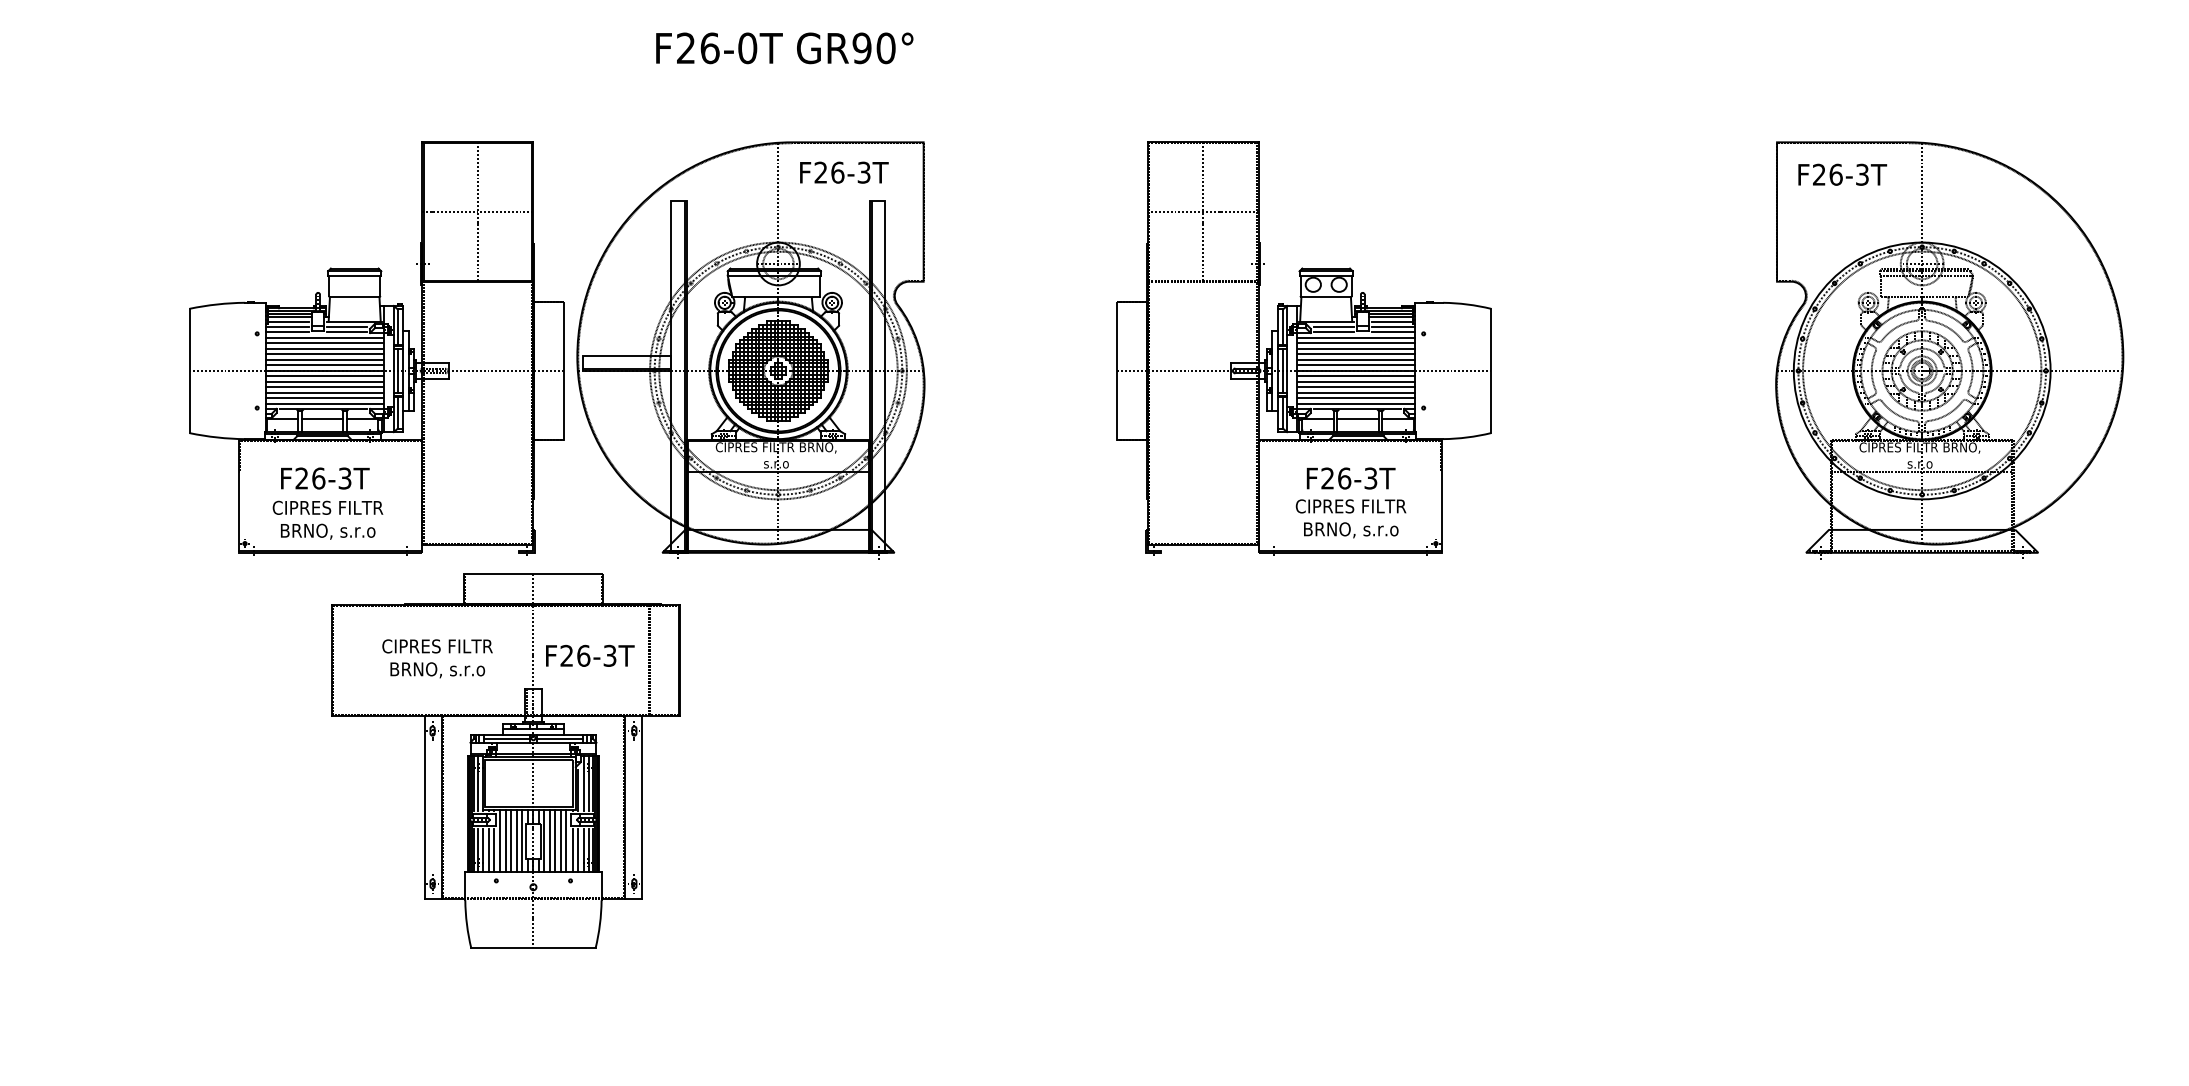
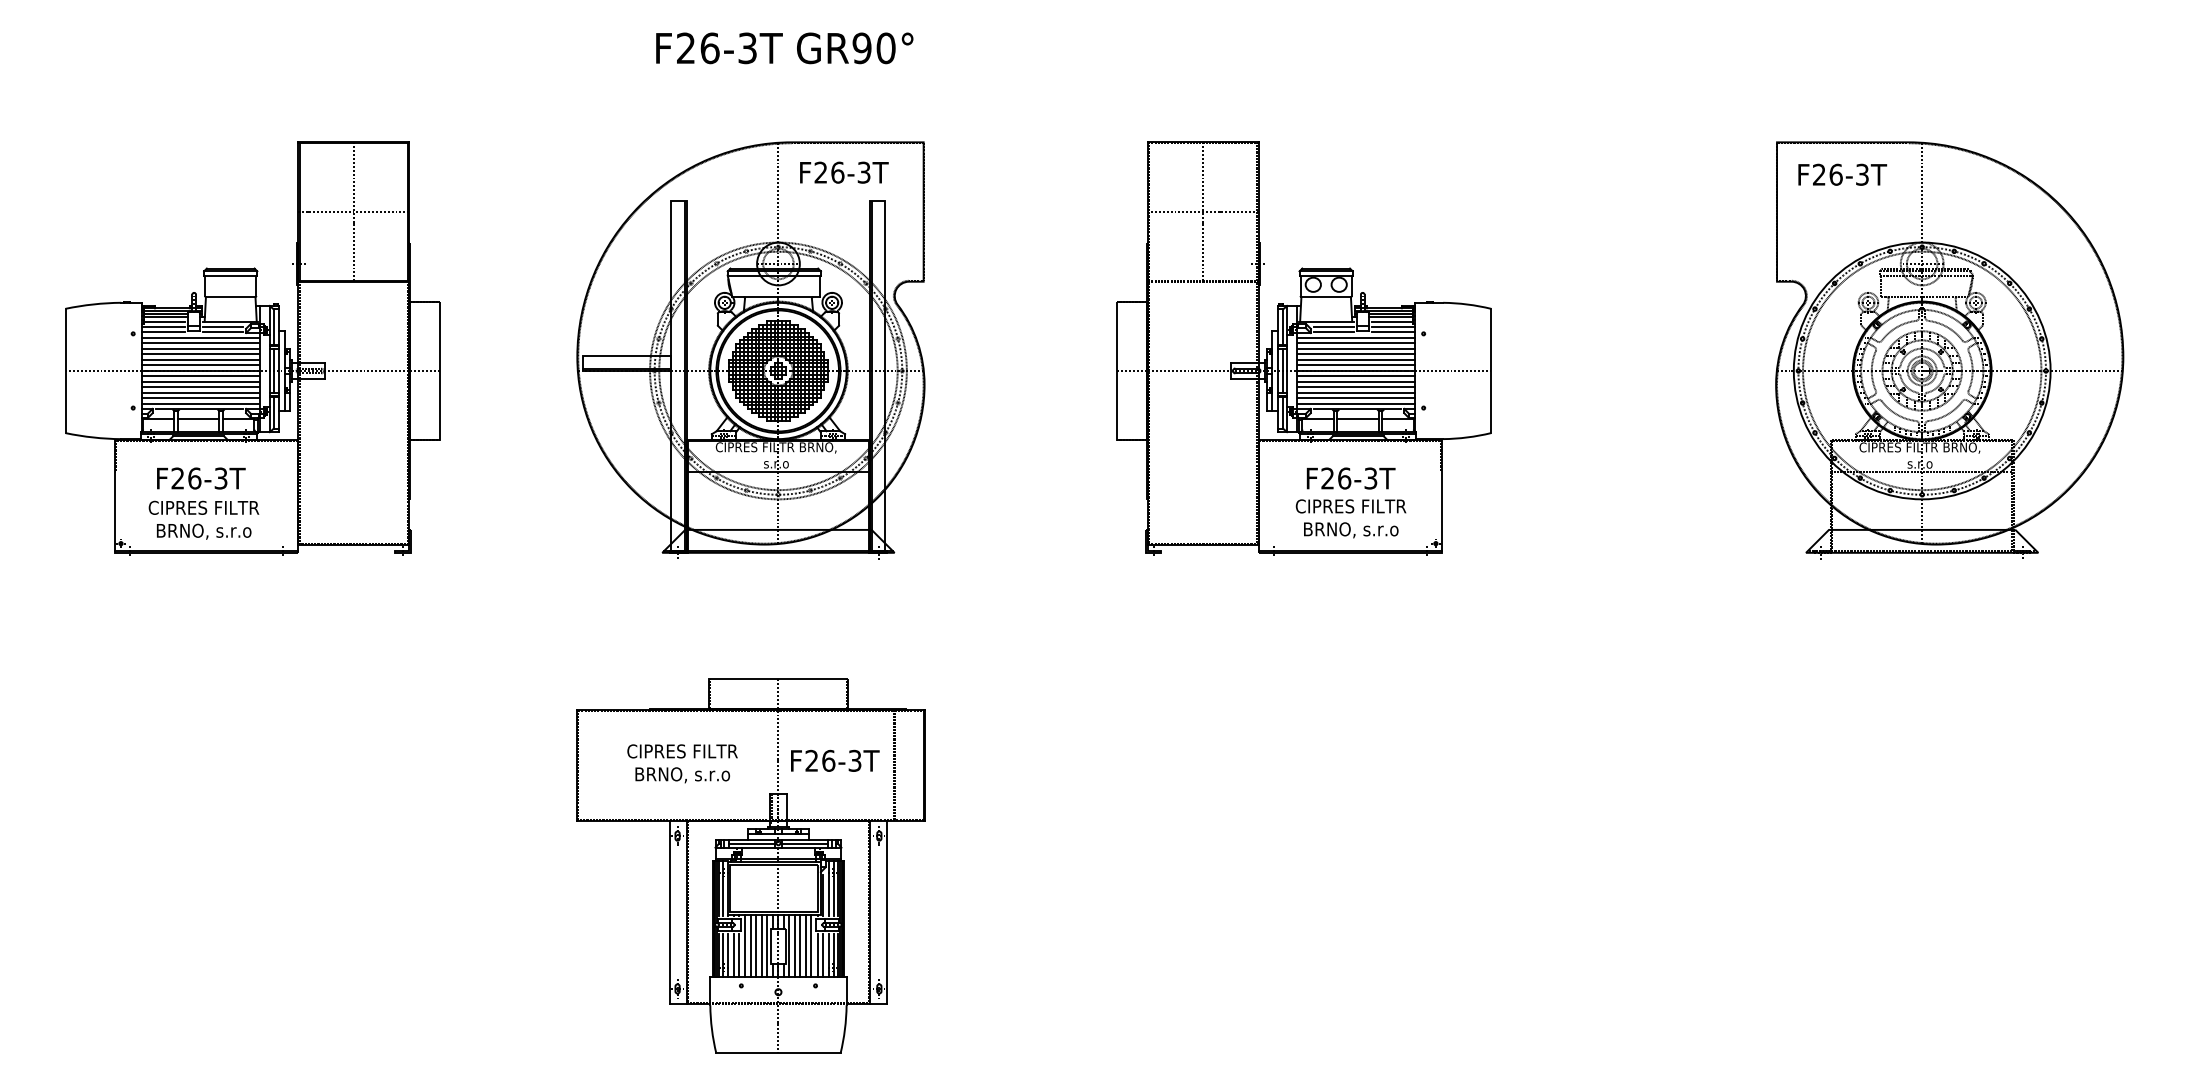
text at (747, 48): F26-0T -> F26-3T
part at (376, 348) position: (376, 348) -> (252, 348)
part at (505, 760) position: (505, 760) -> (750, 865)
